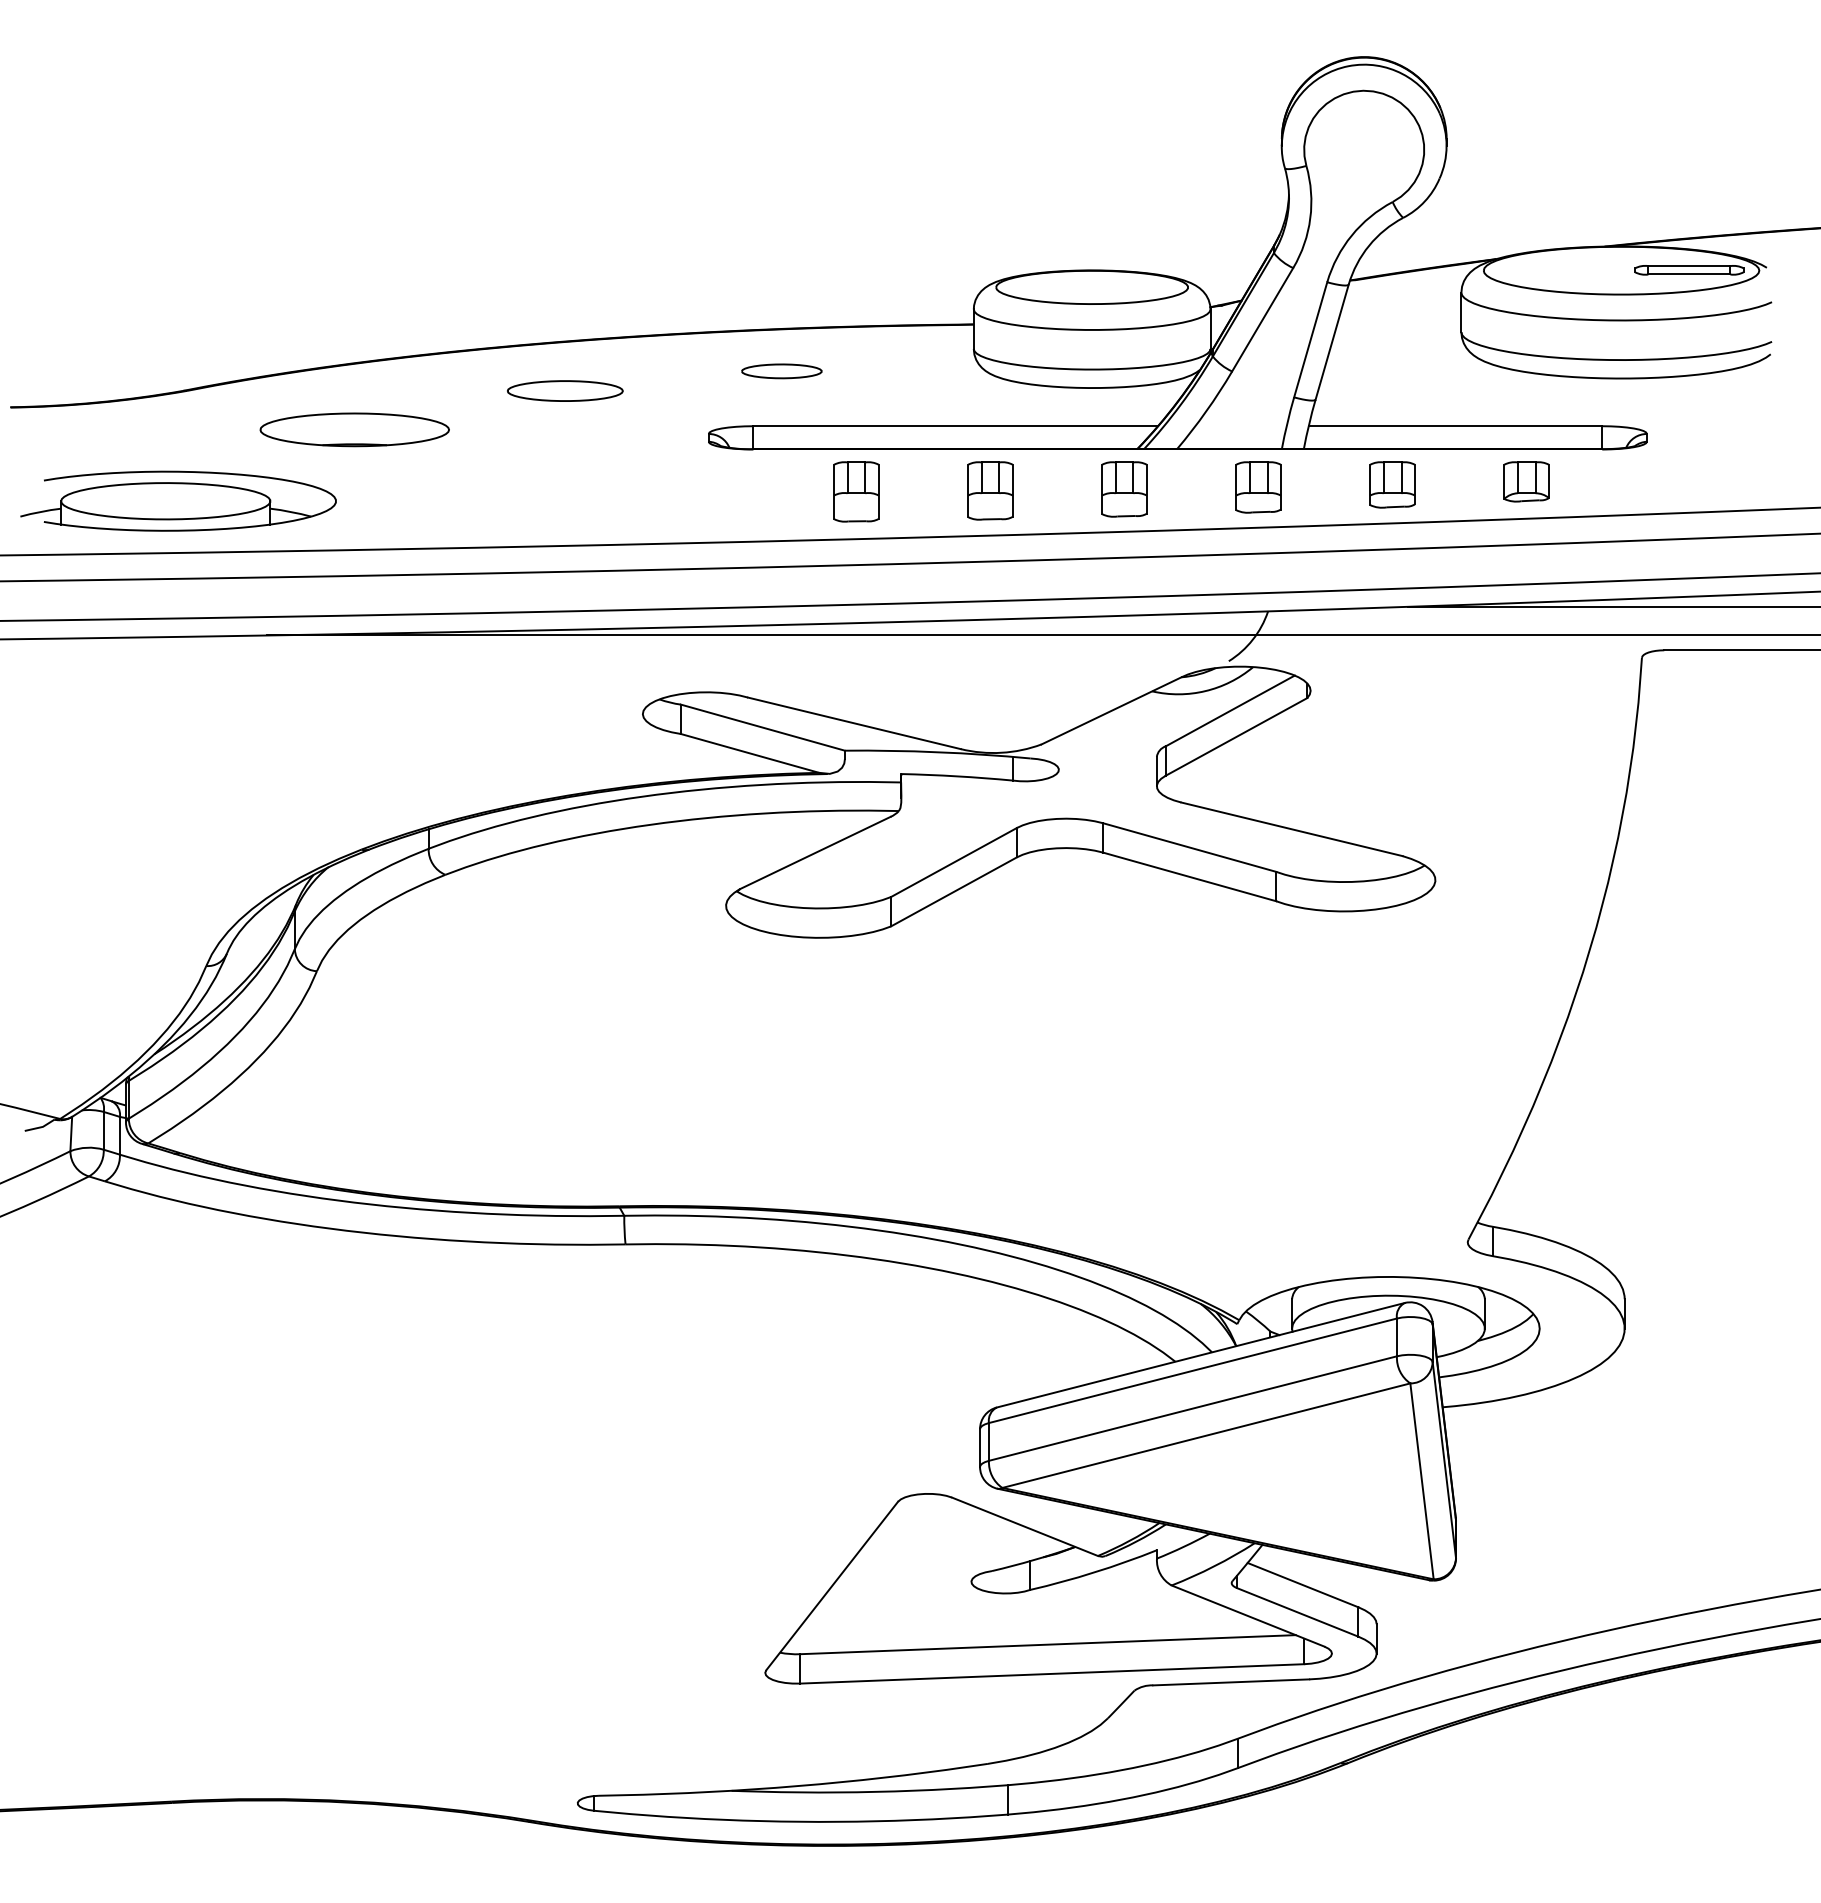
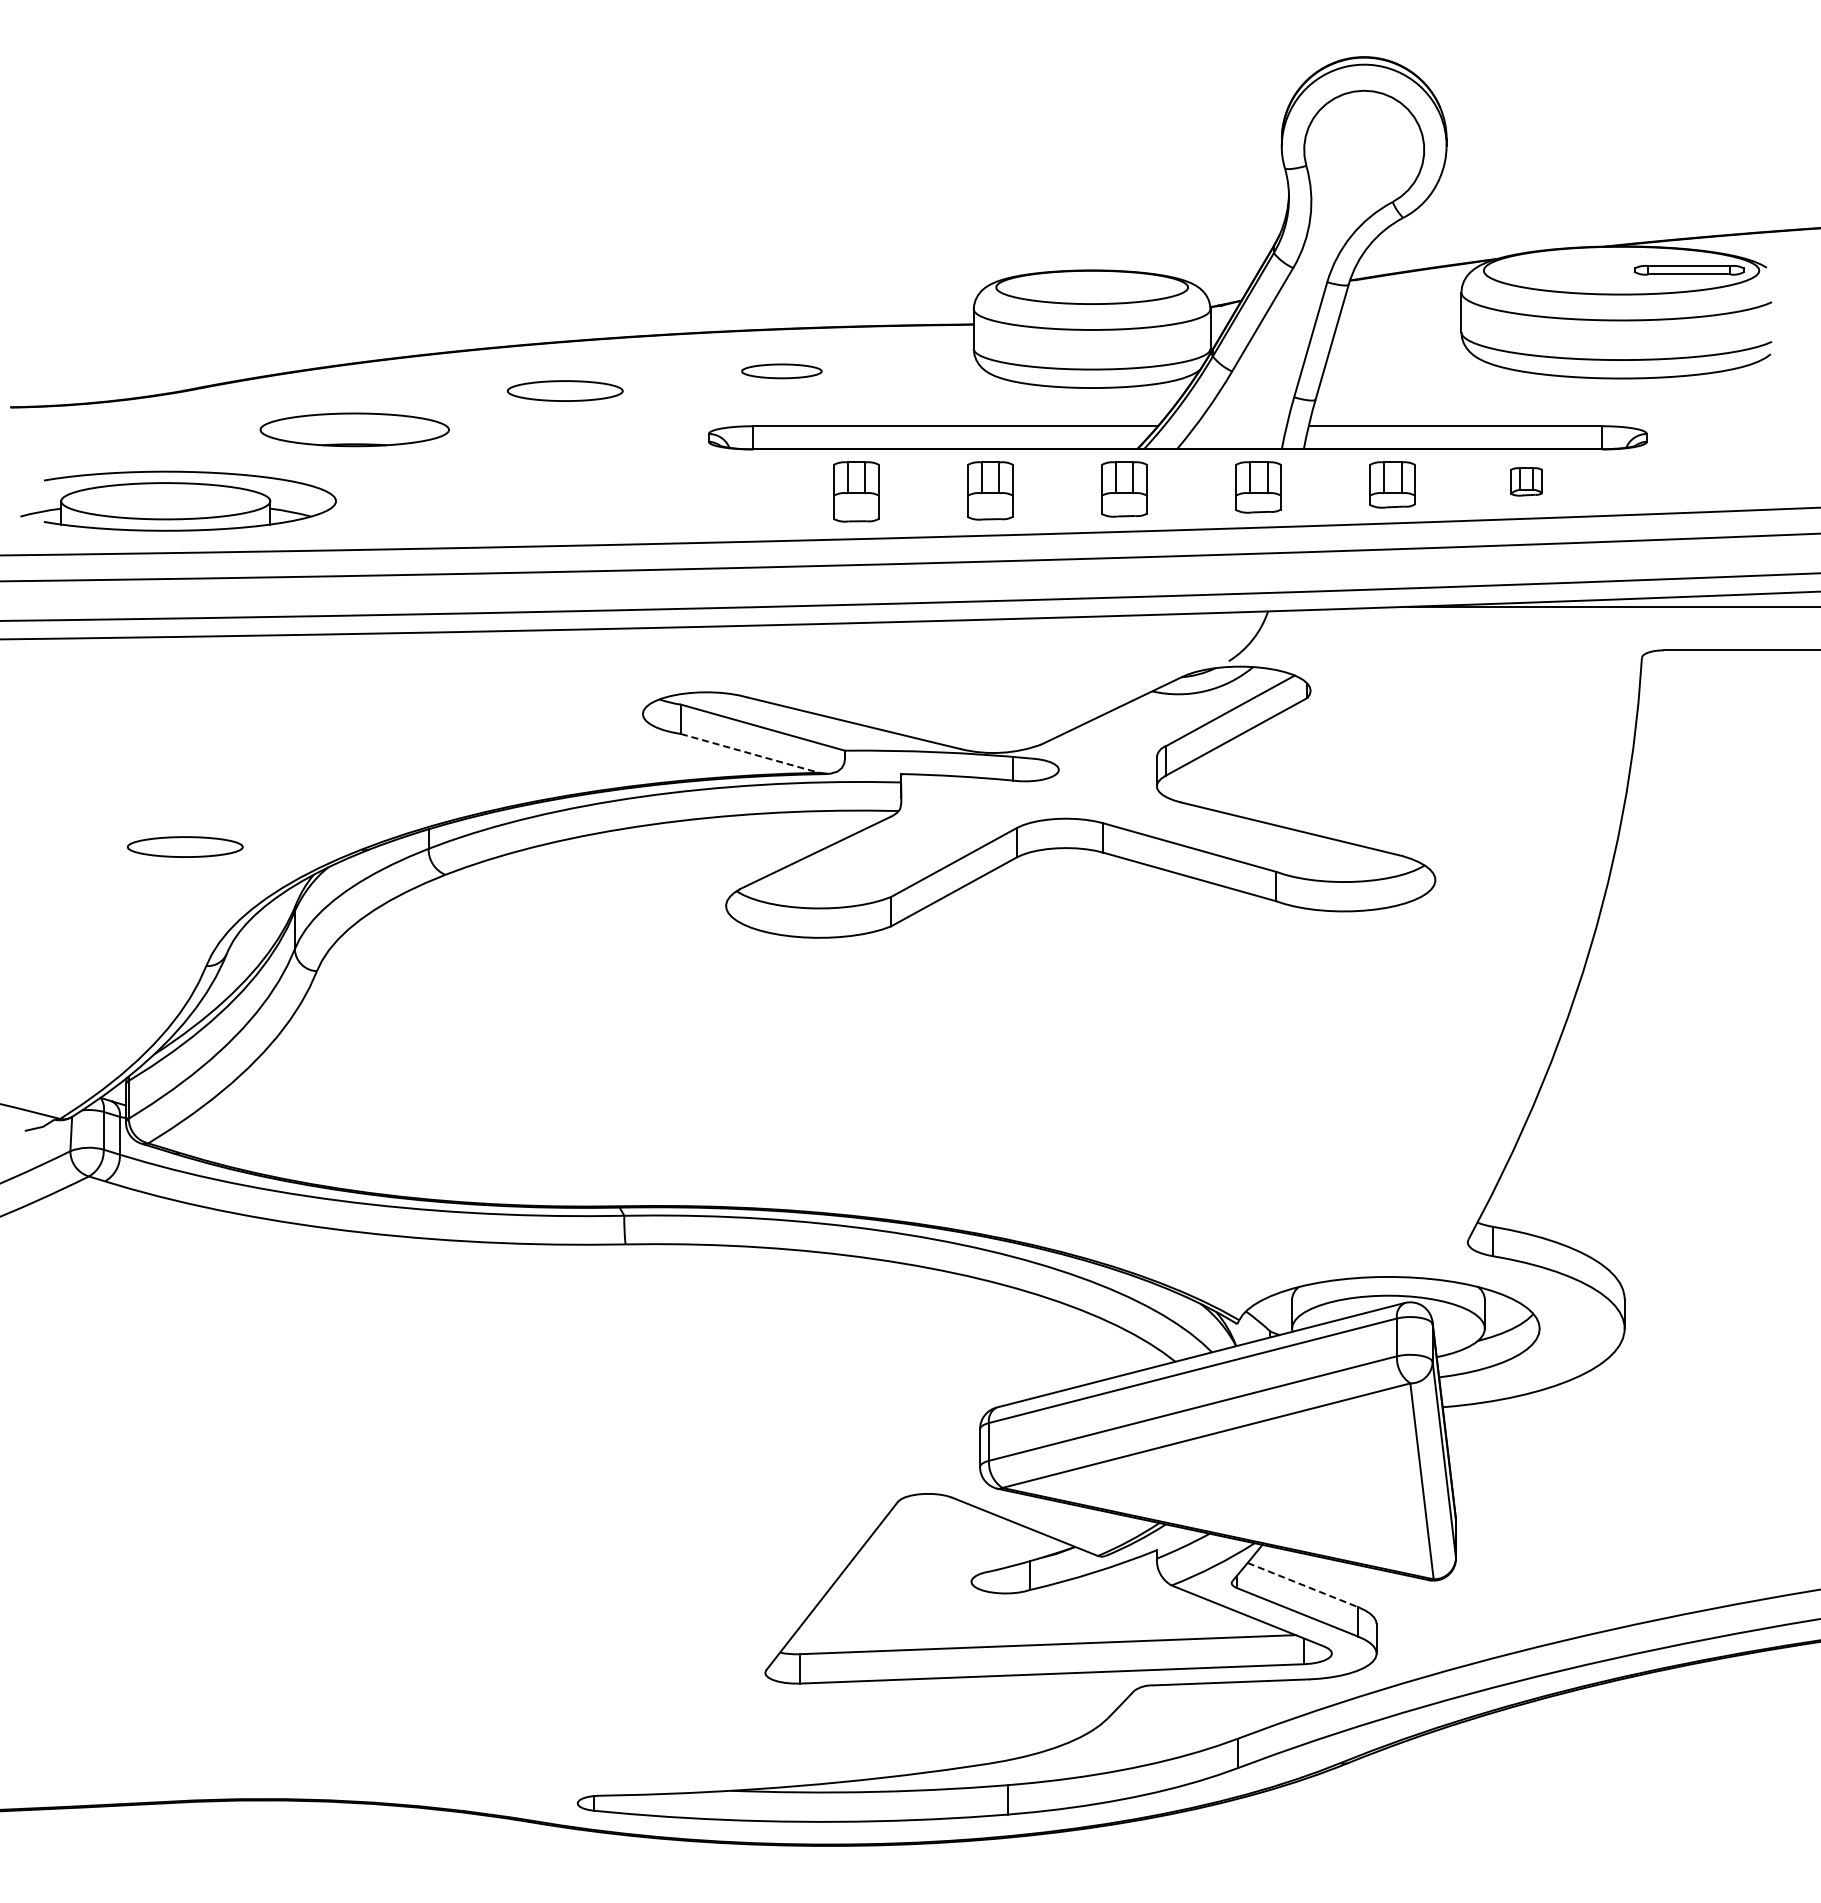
part at (1526, 481) size: 47x42 px -> 33x30 px
line at (1042, 635): present -> none
line at (749, 753): solid -> dashed
part at (185, 846): none -> present
line at (1303, 1585): solid -> dashed
